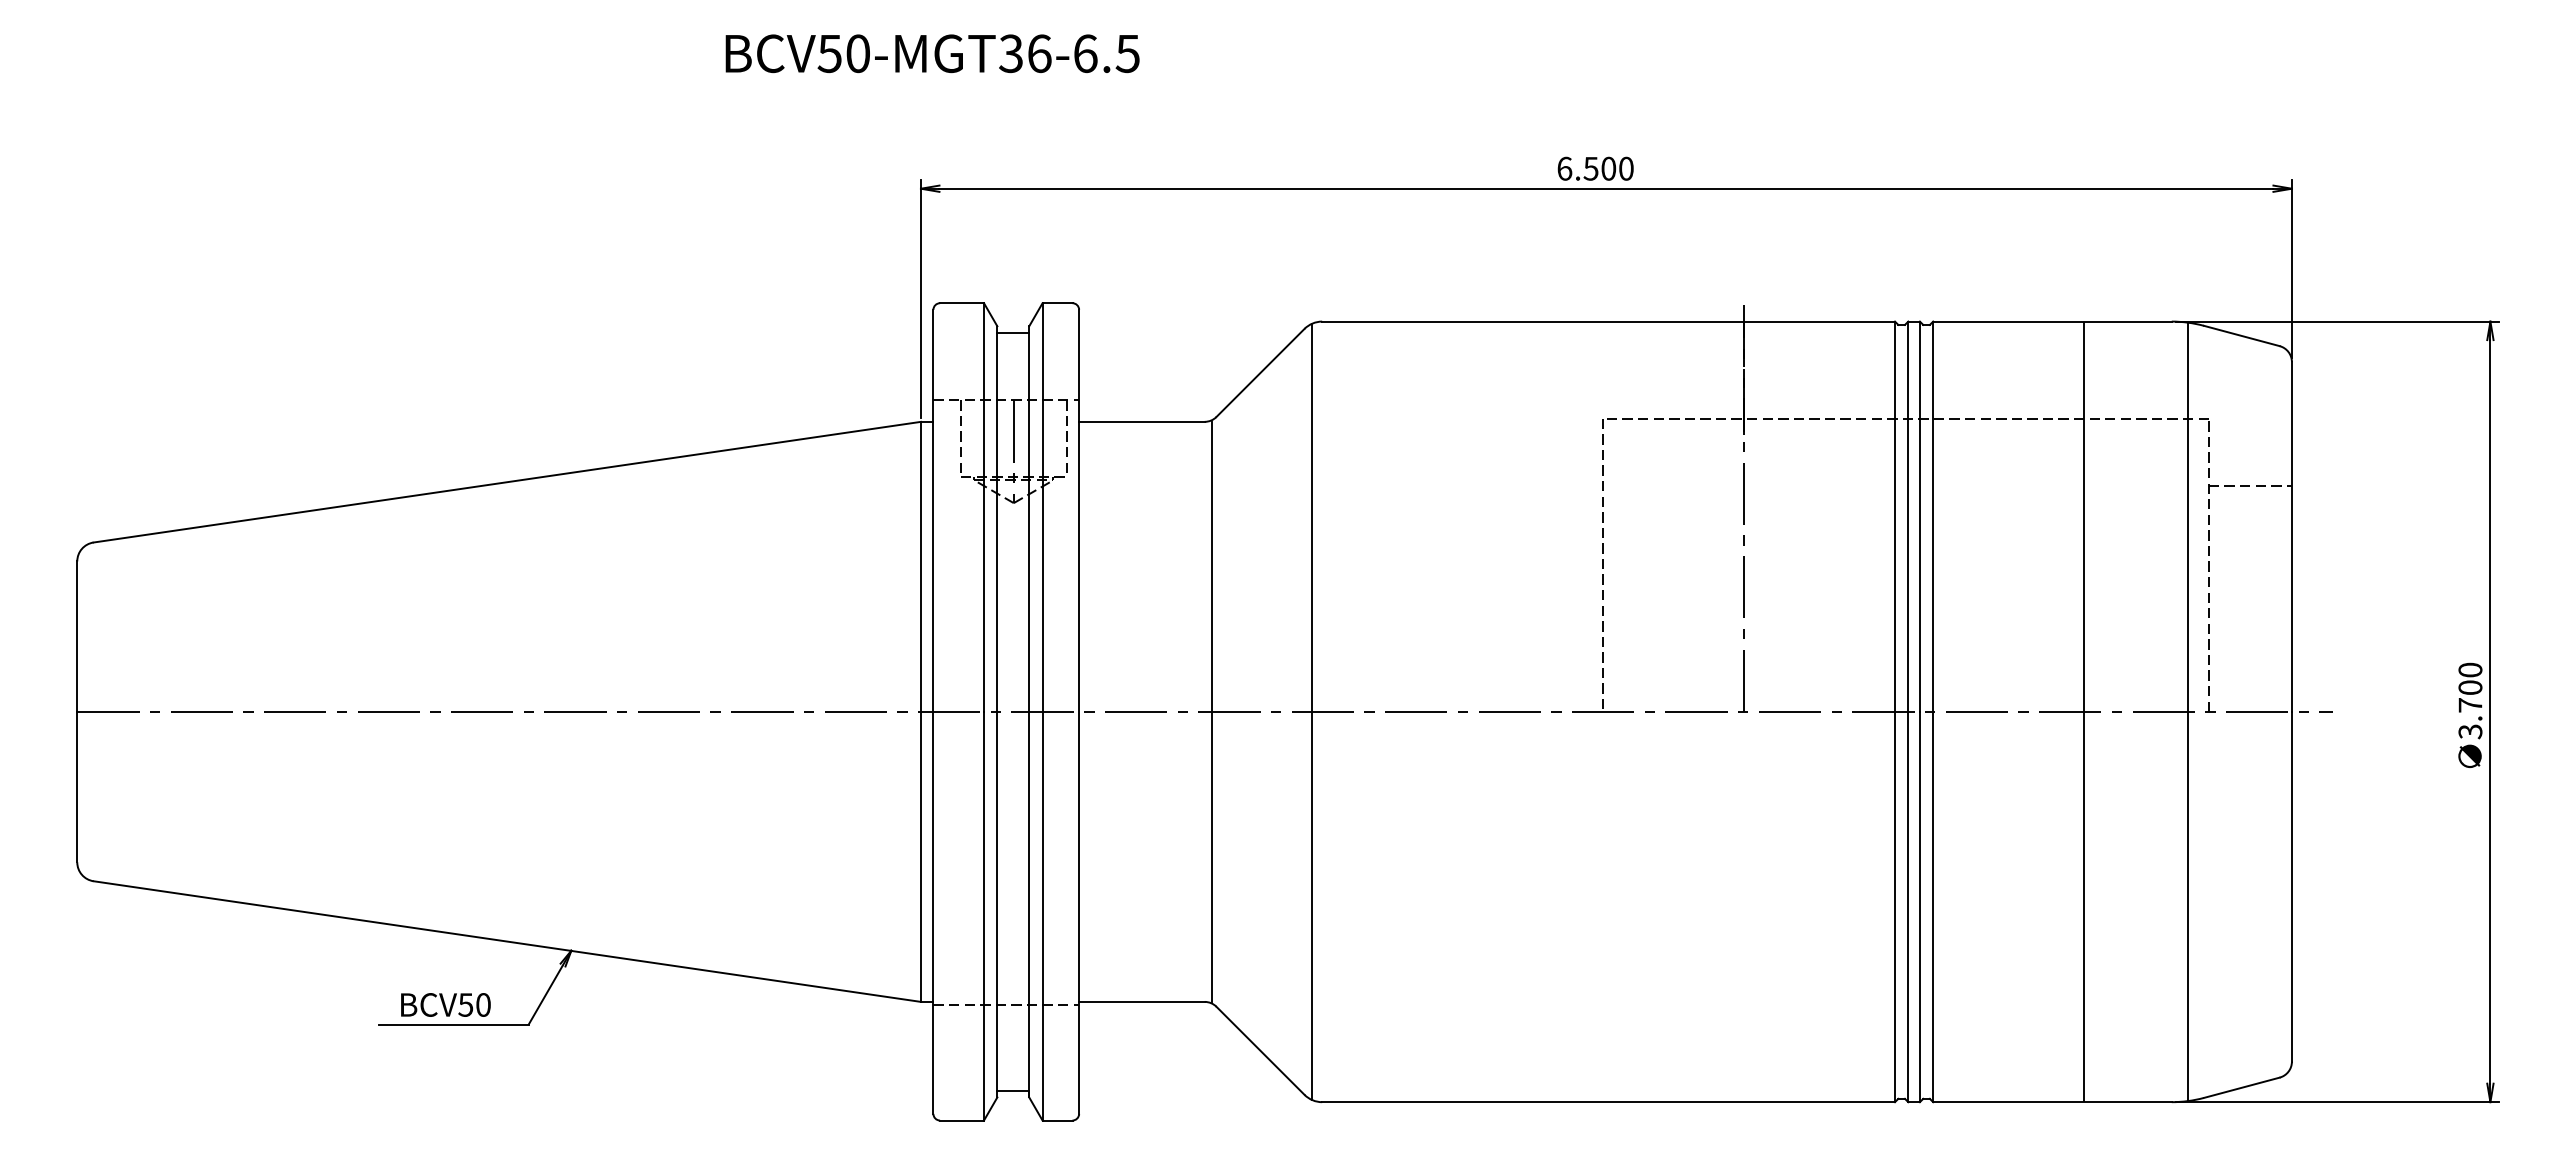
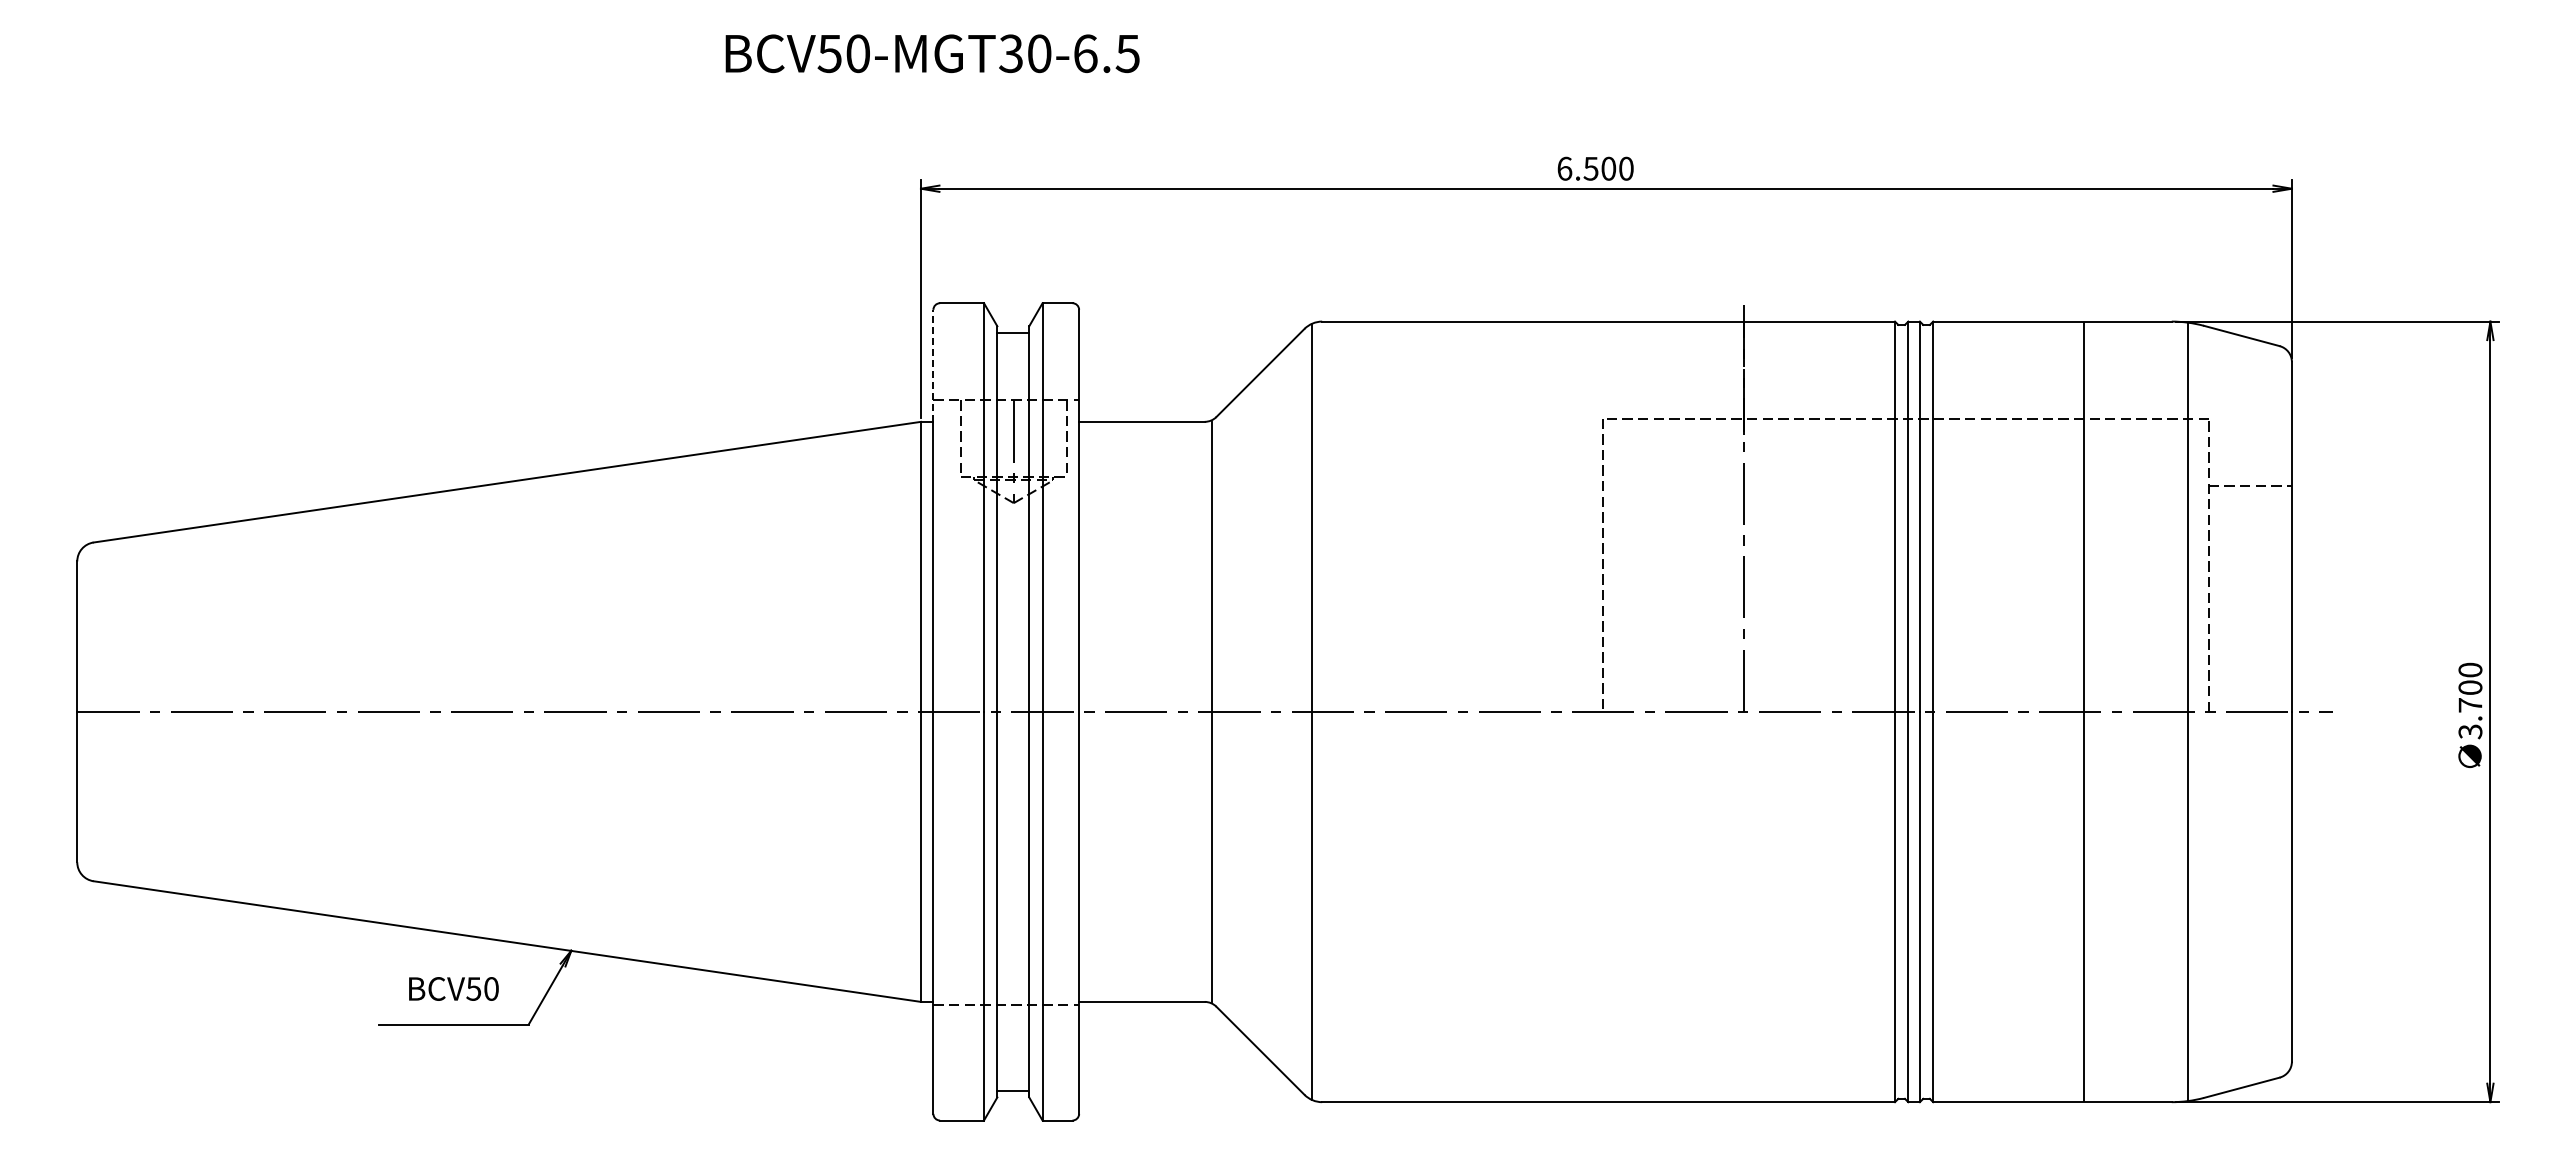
text at (1039, 53): BCV50-MGT36-6.5 -> BCV50-MGT30-6.5
line at (933, 365): solid -> dashed
text at (445, 1004) position: (445, 1004) -> (453, 988)
